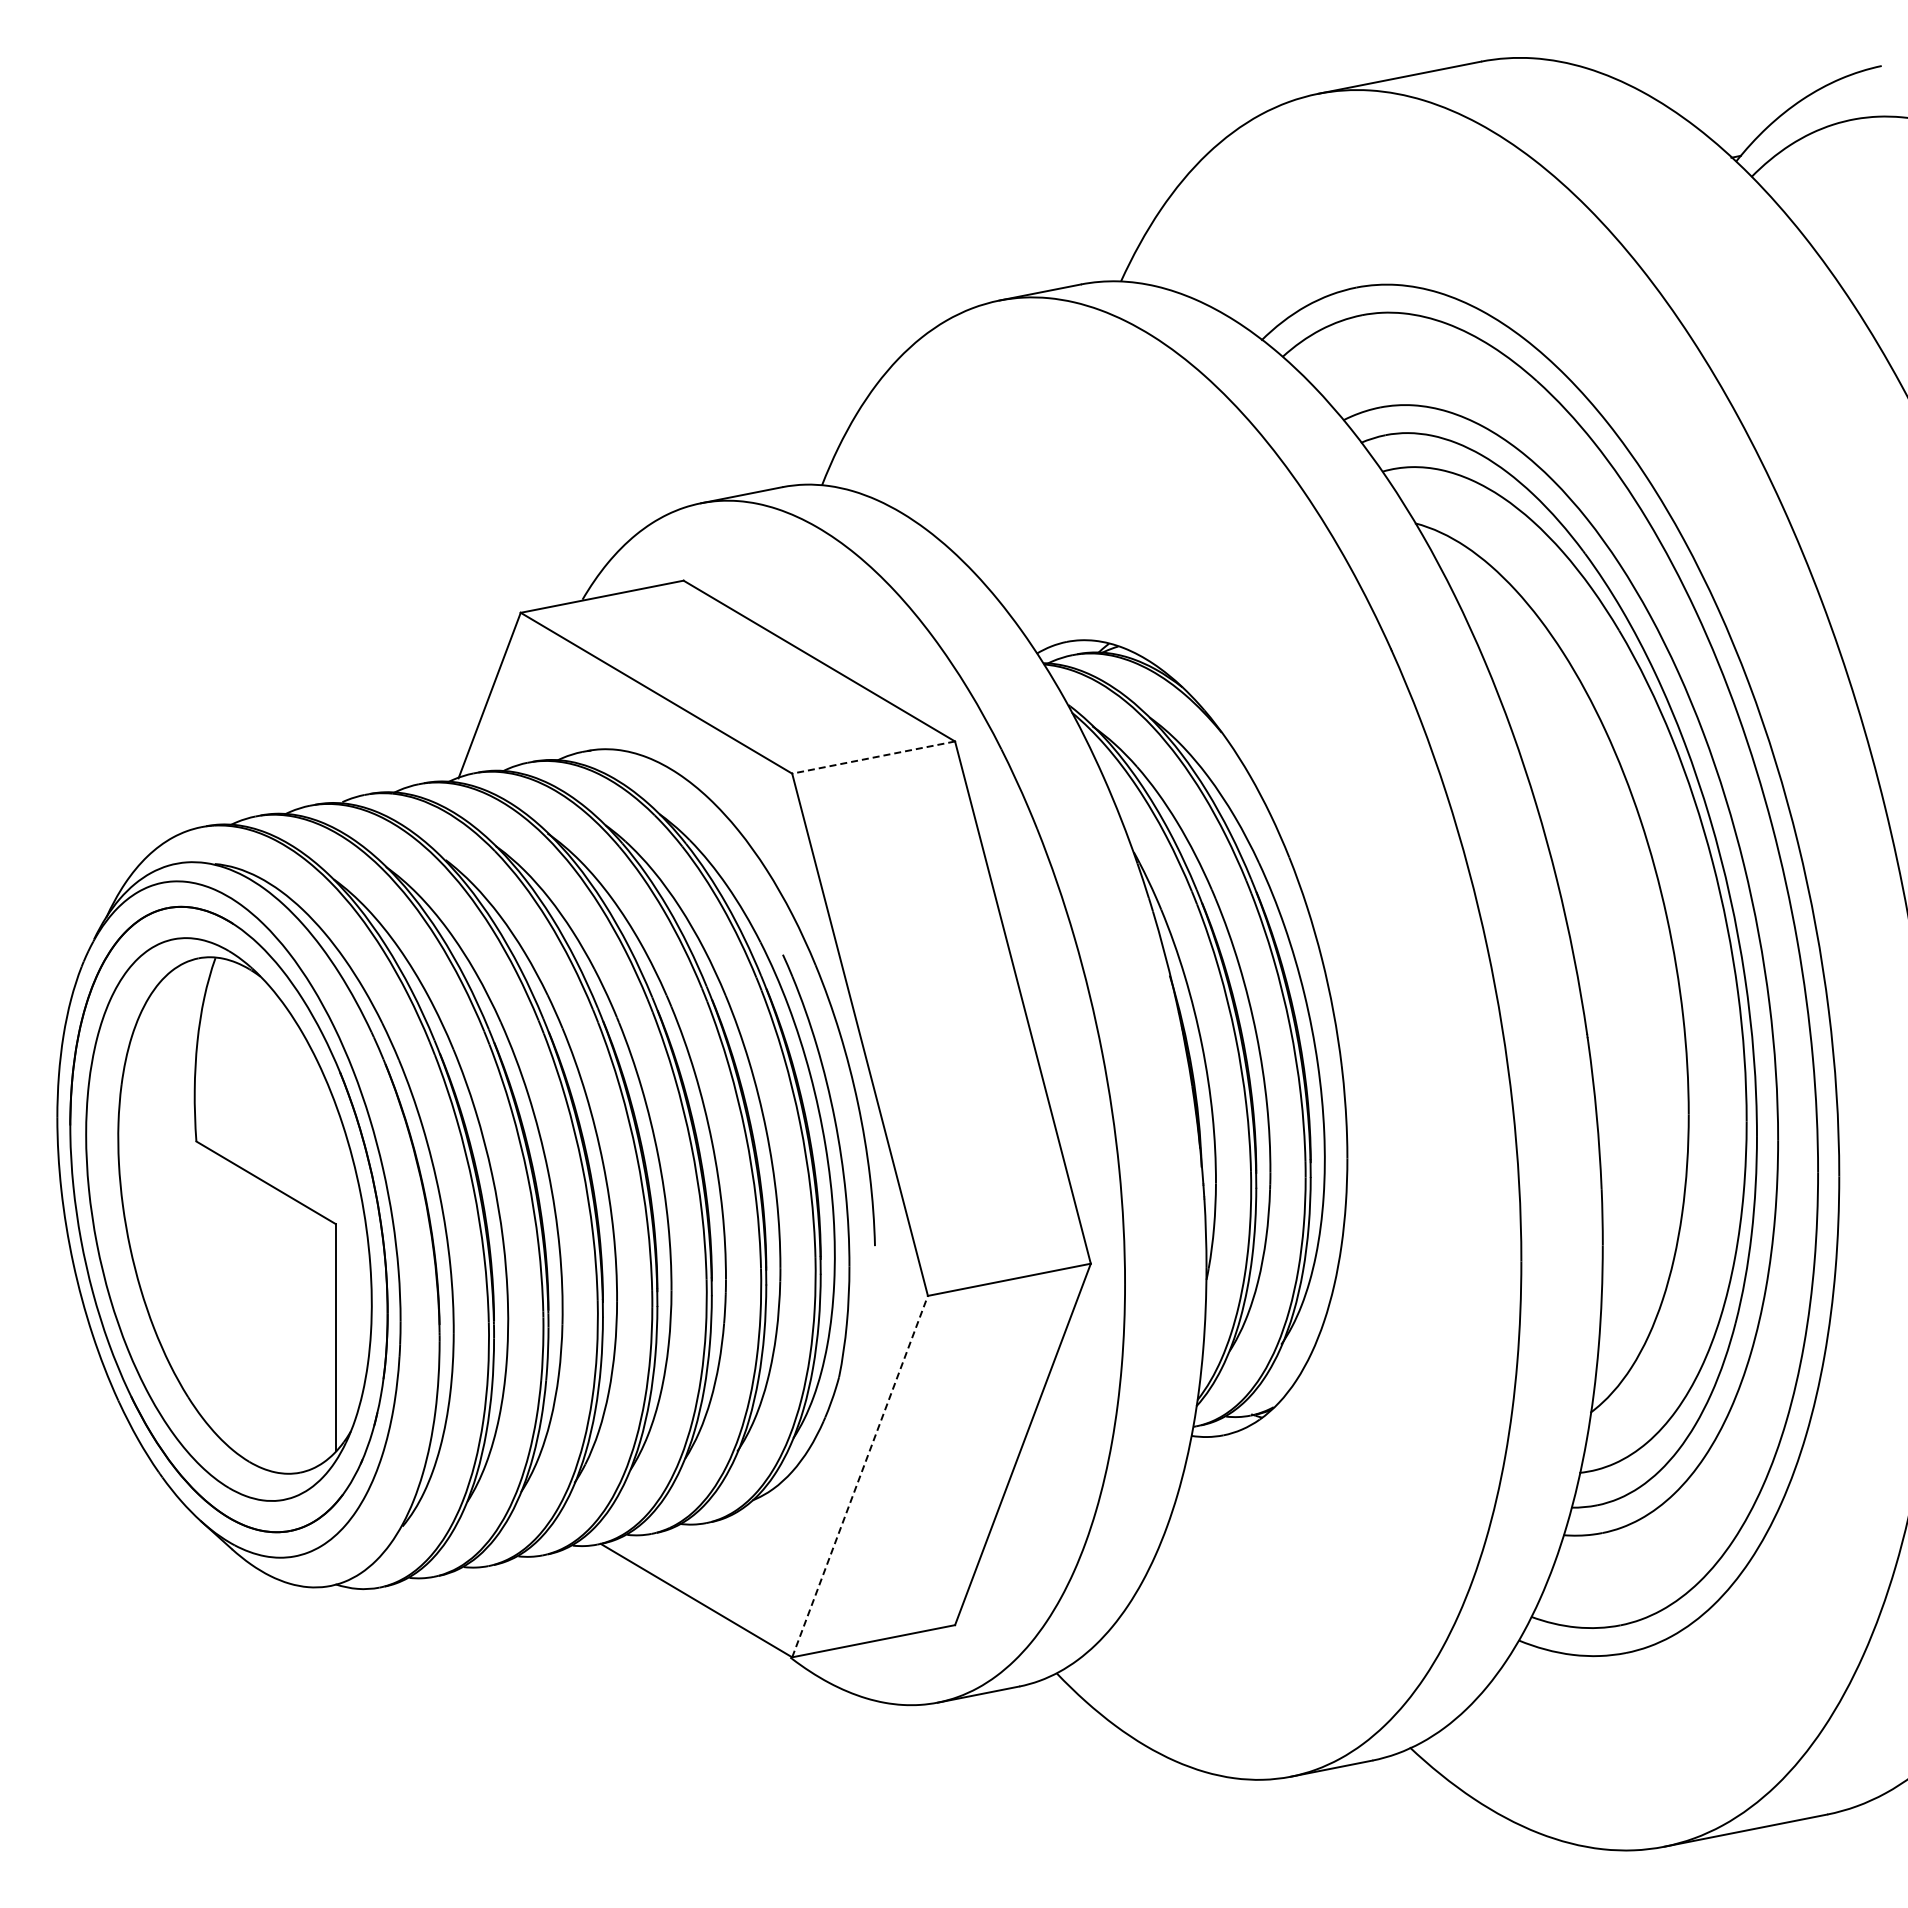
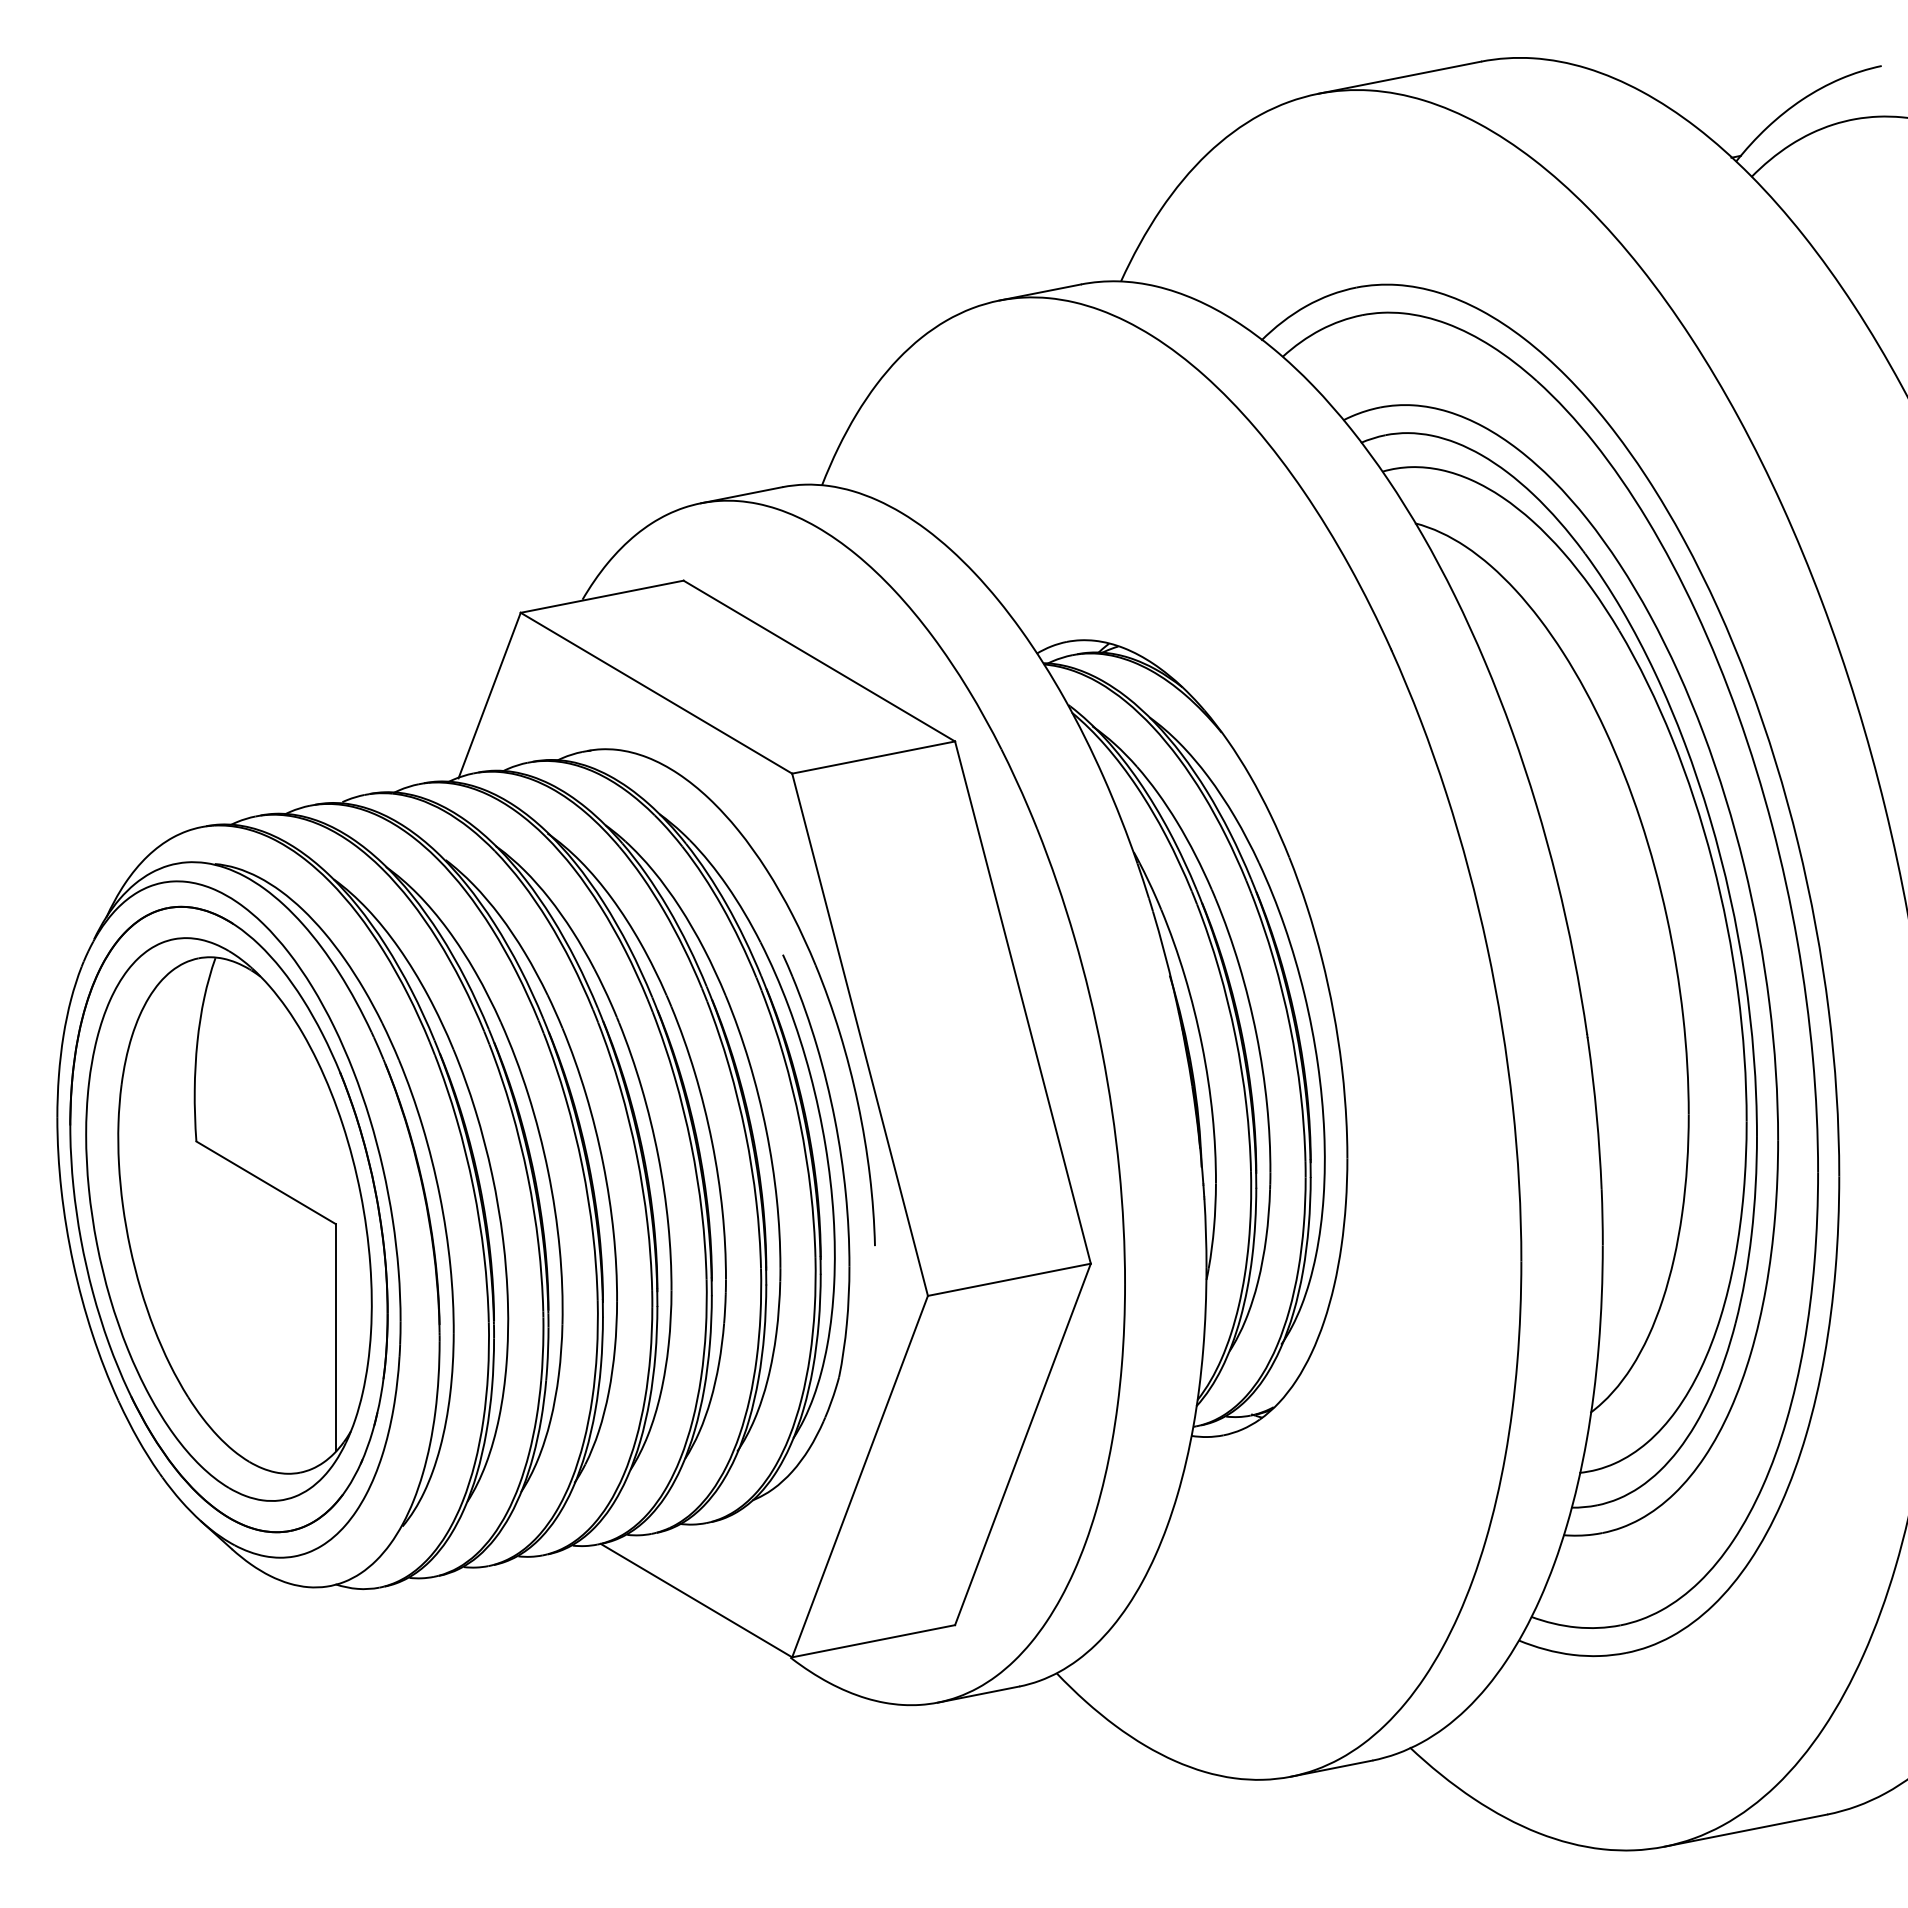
line at (873, 757): dashed -> solid
line at (860, 1476): dashed -> solid
